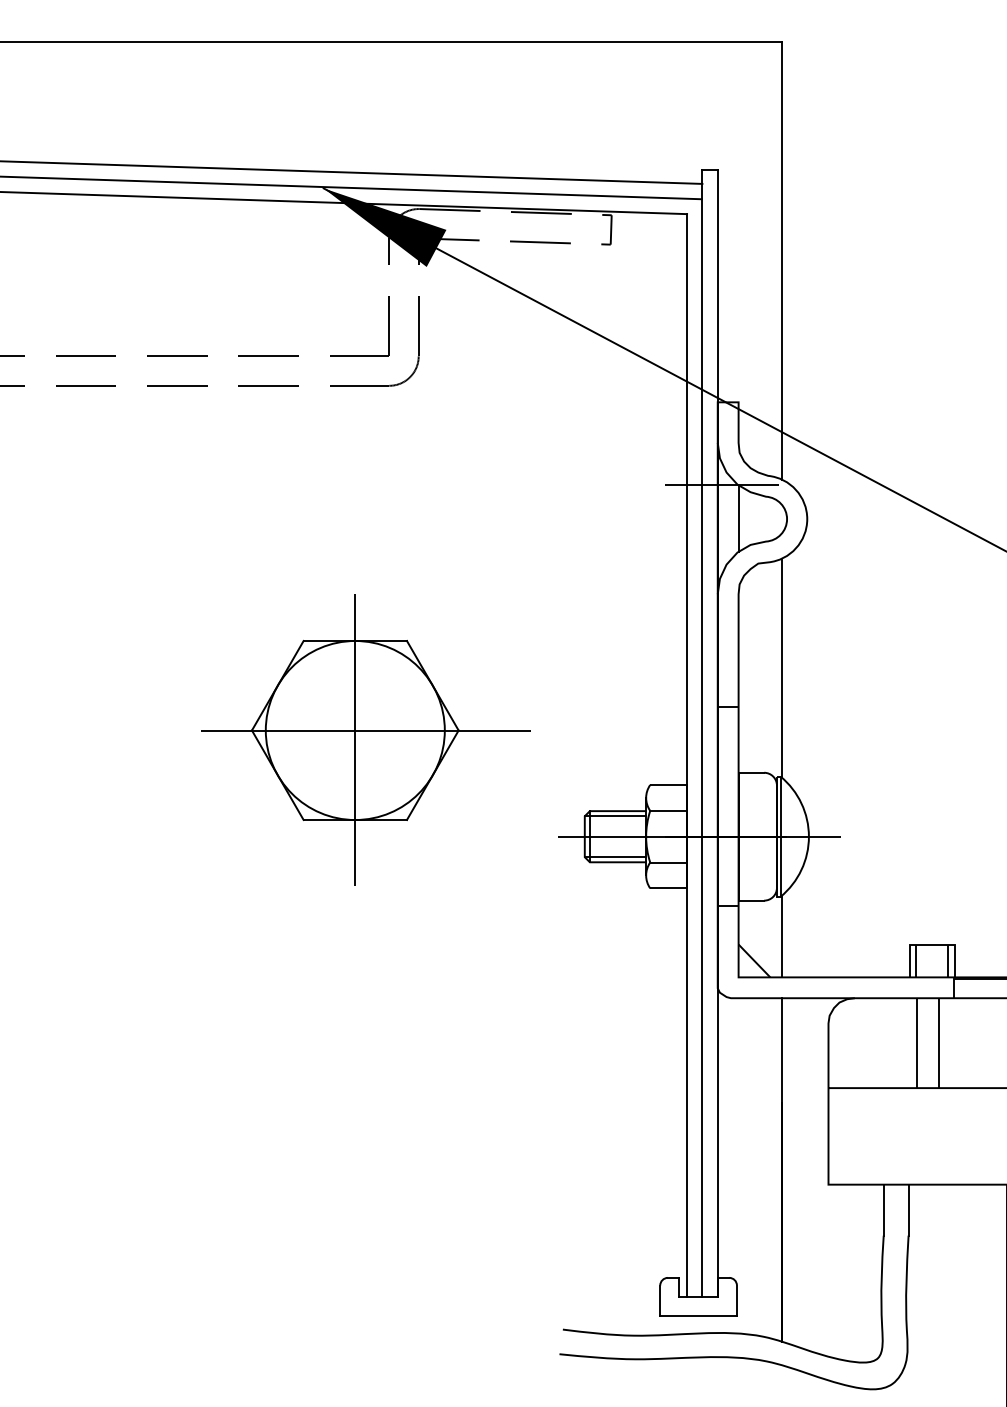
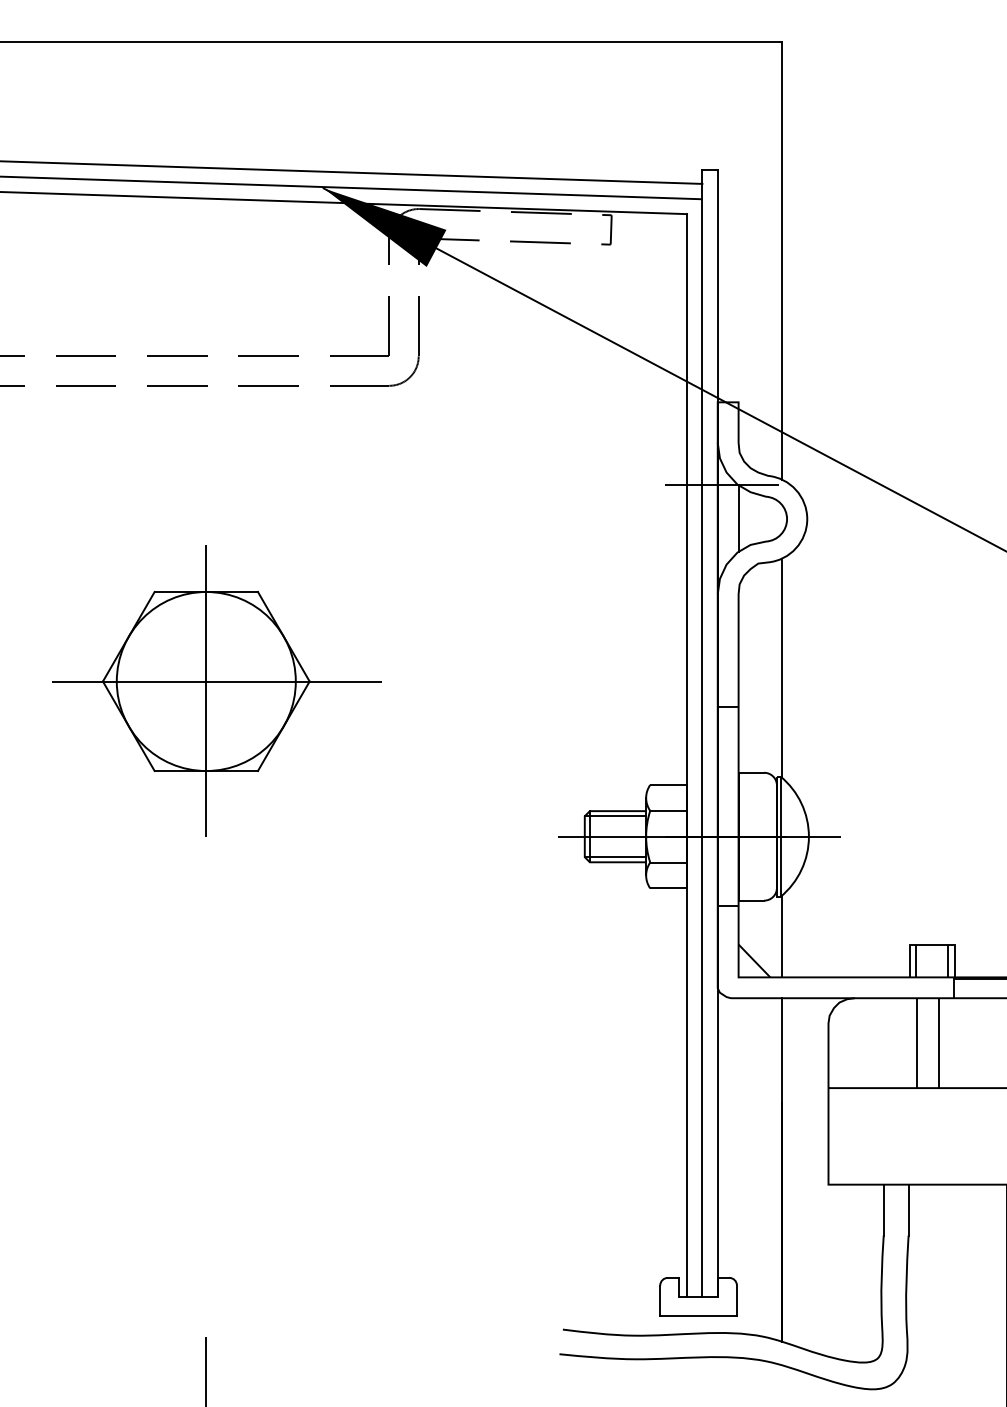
part at (365, 739) position: (365, 739) -> (216, 690)
line at (206, 1370): none -> present
